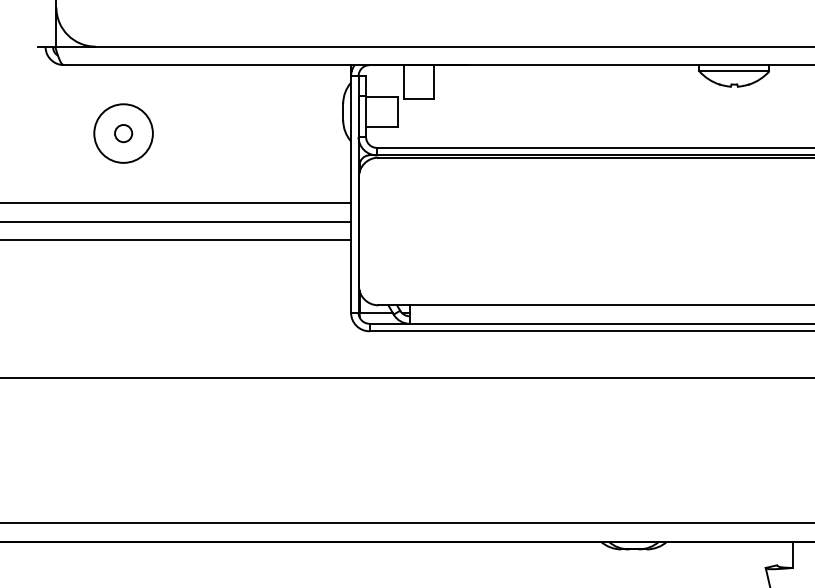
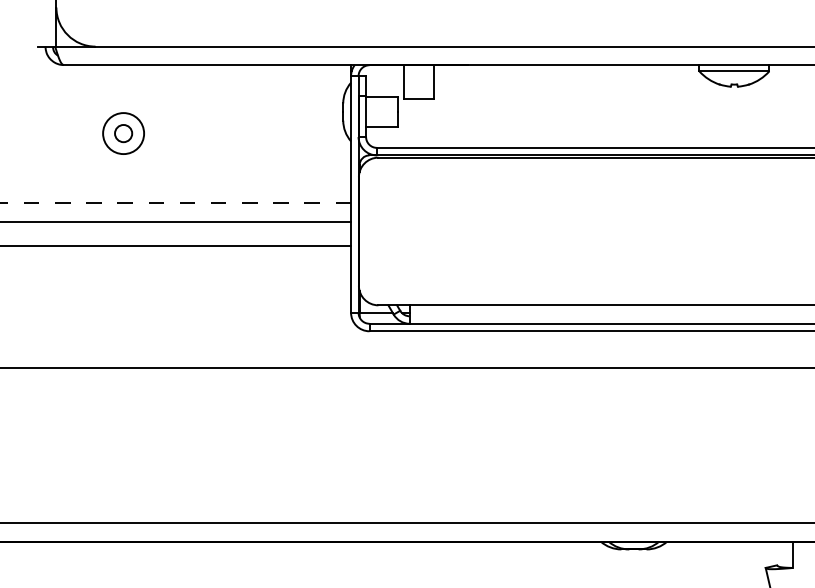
circle at (123, 133) diameter: 59 px -> 41 px
line at (175, 203): solid -> dashed
line at (176, 239) position: (176, 239) -> (176, 245)
line at (406, 377) position: (406, 377) -> (406, 367)
